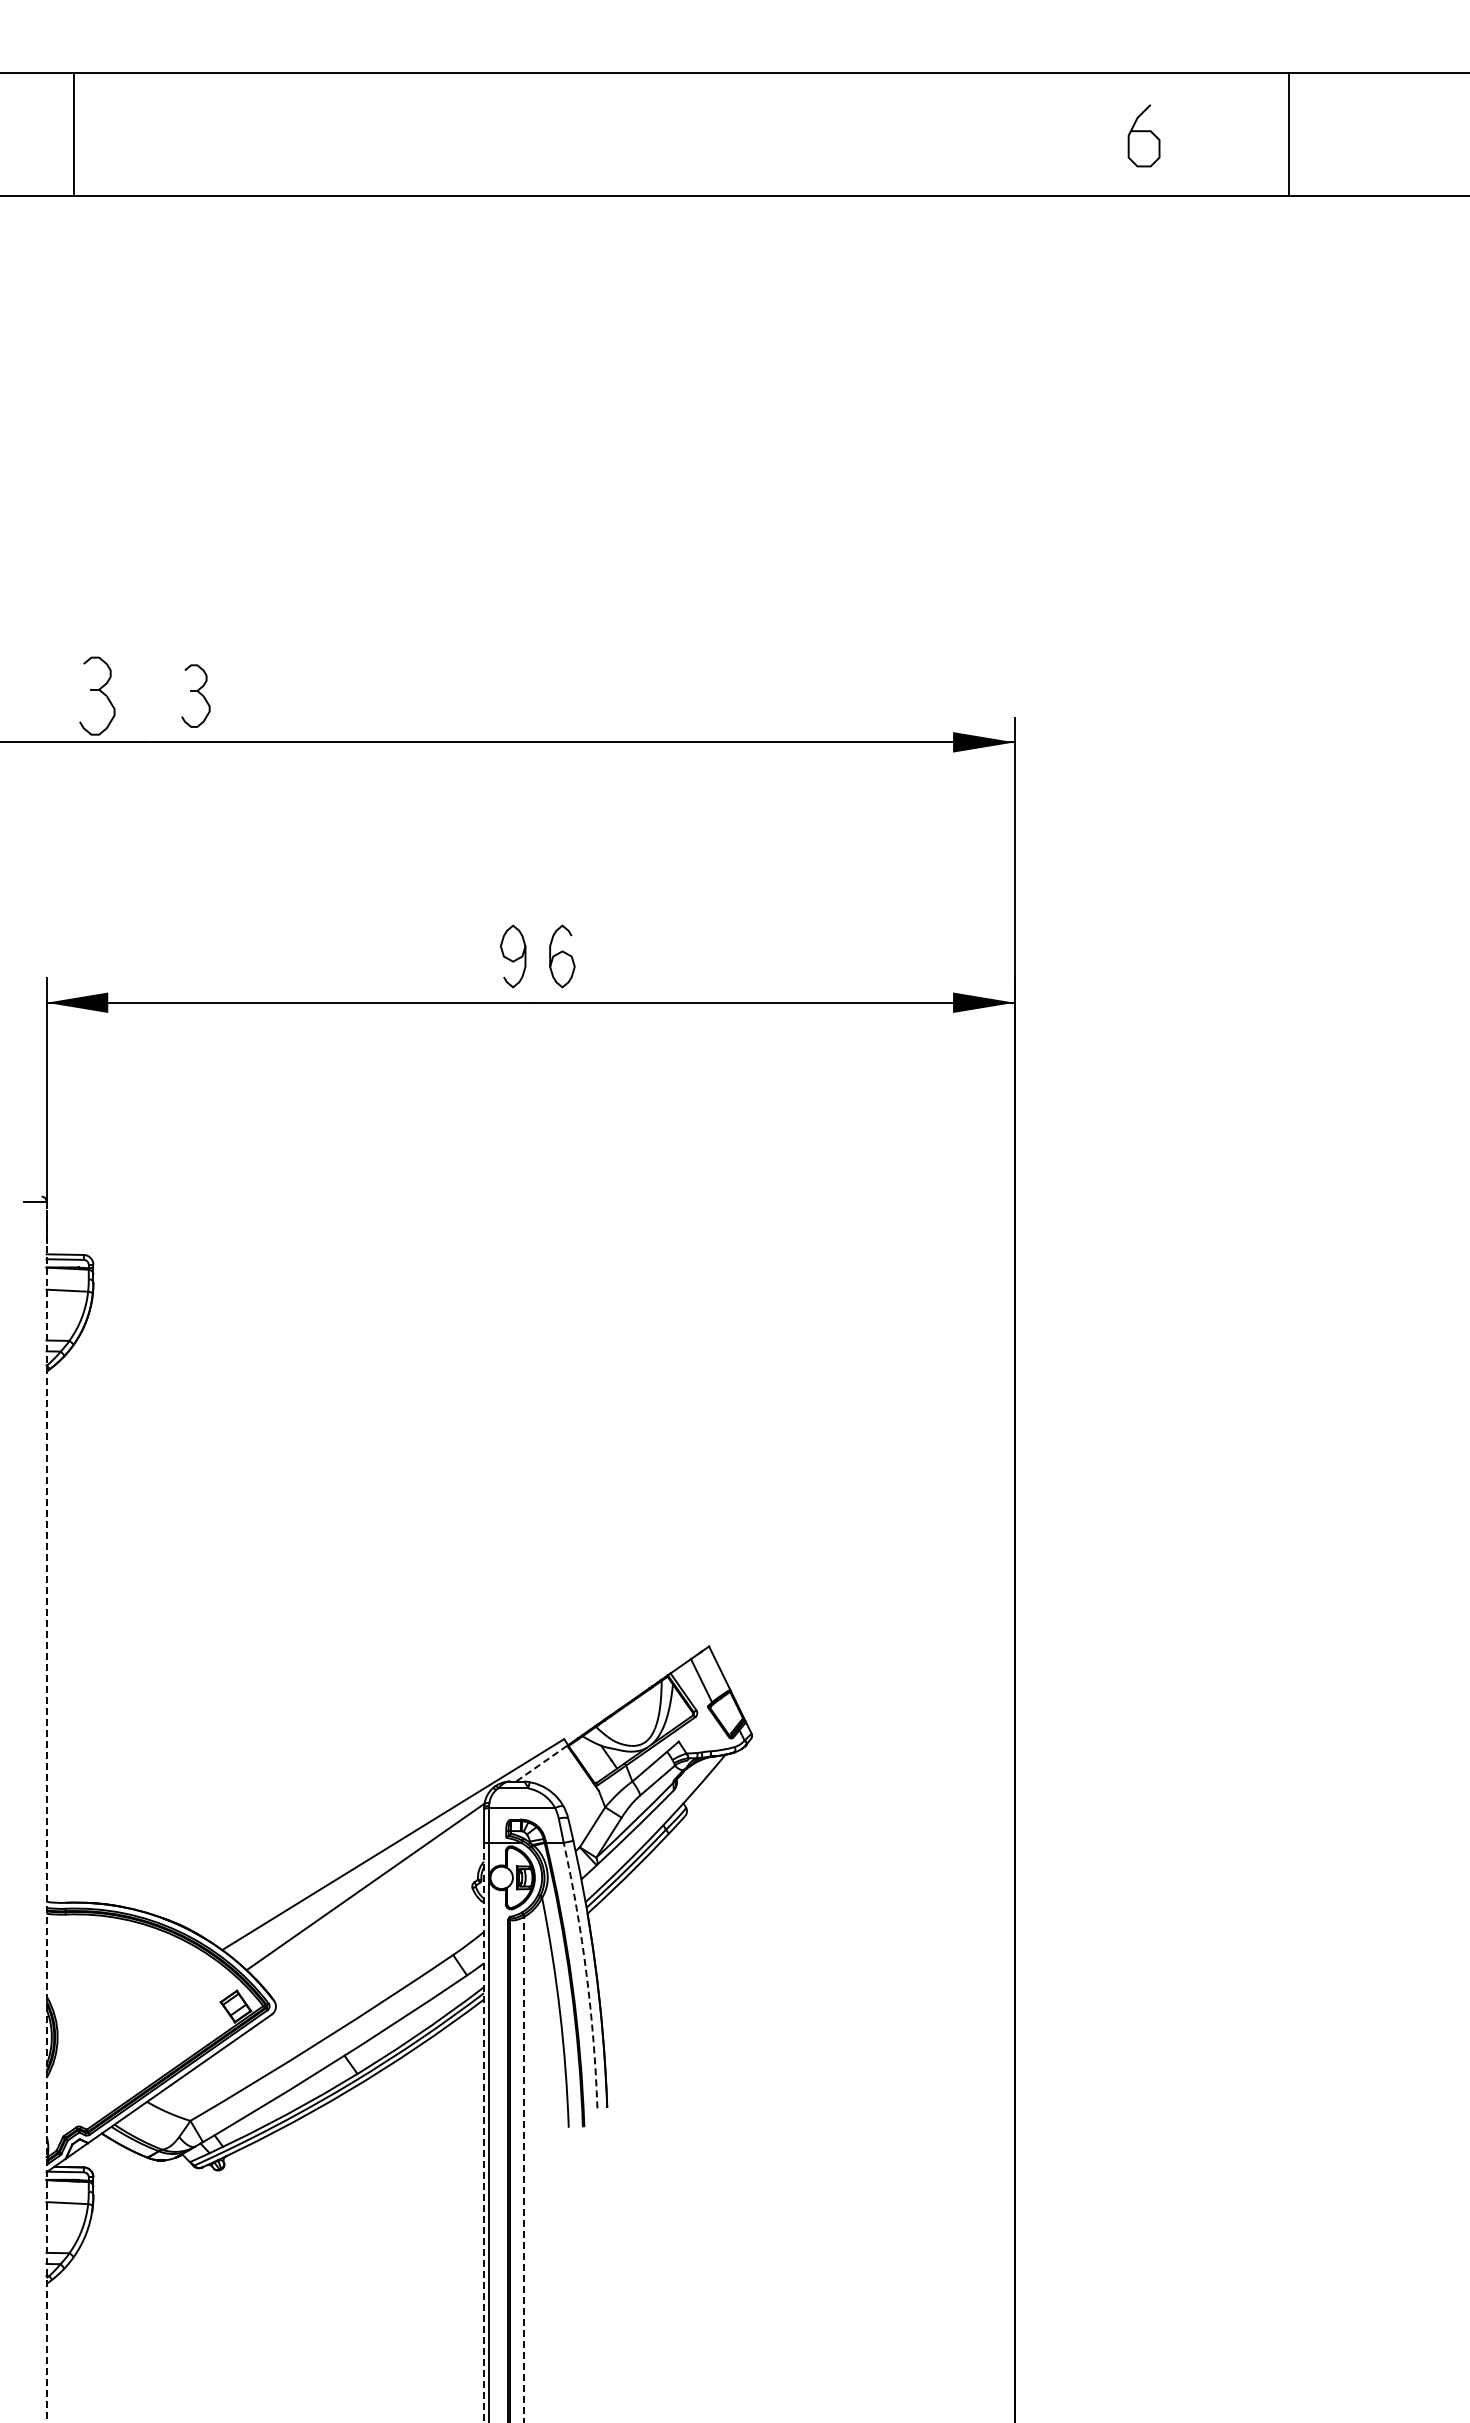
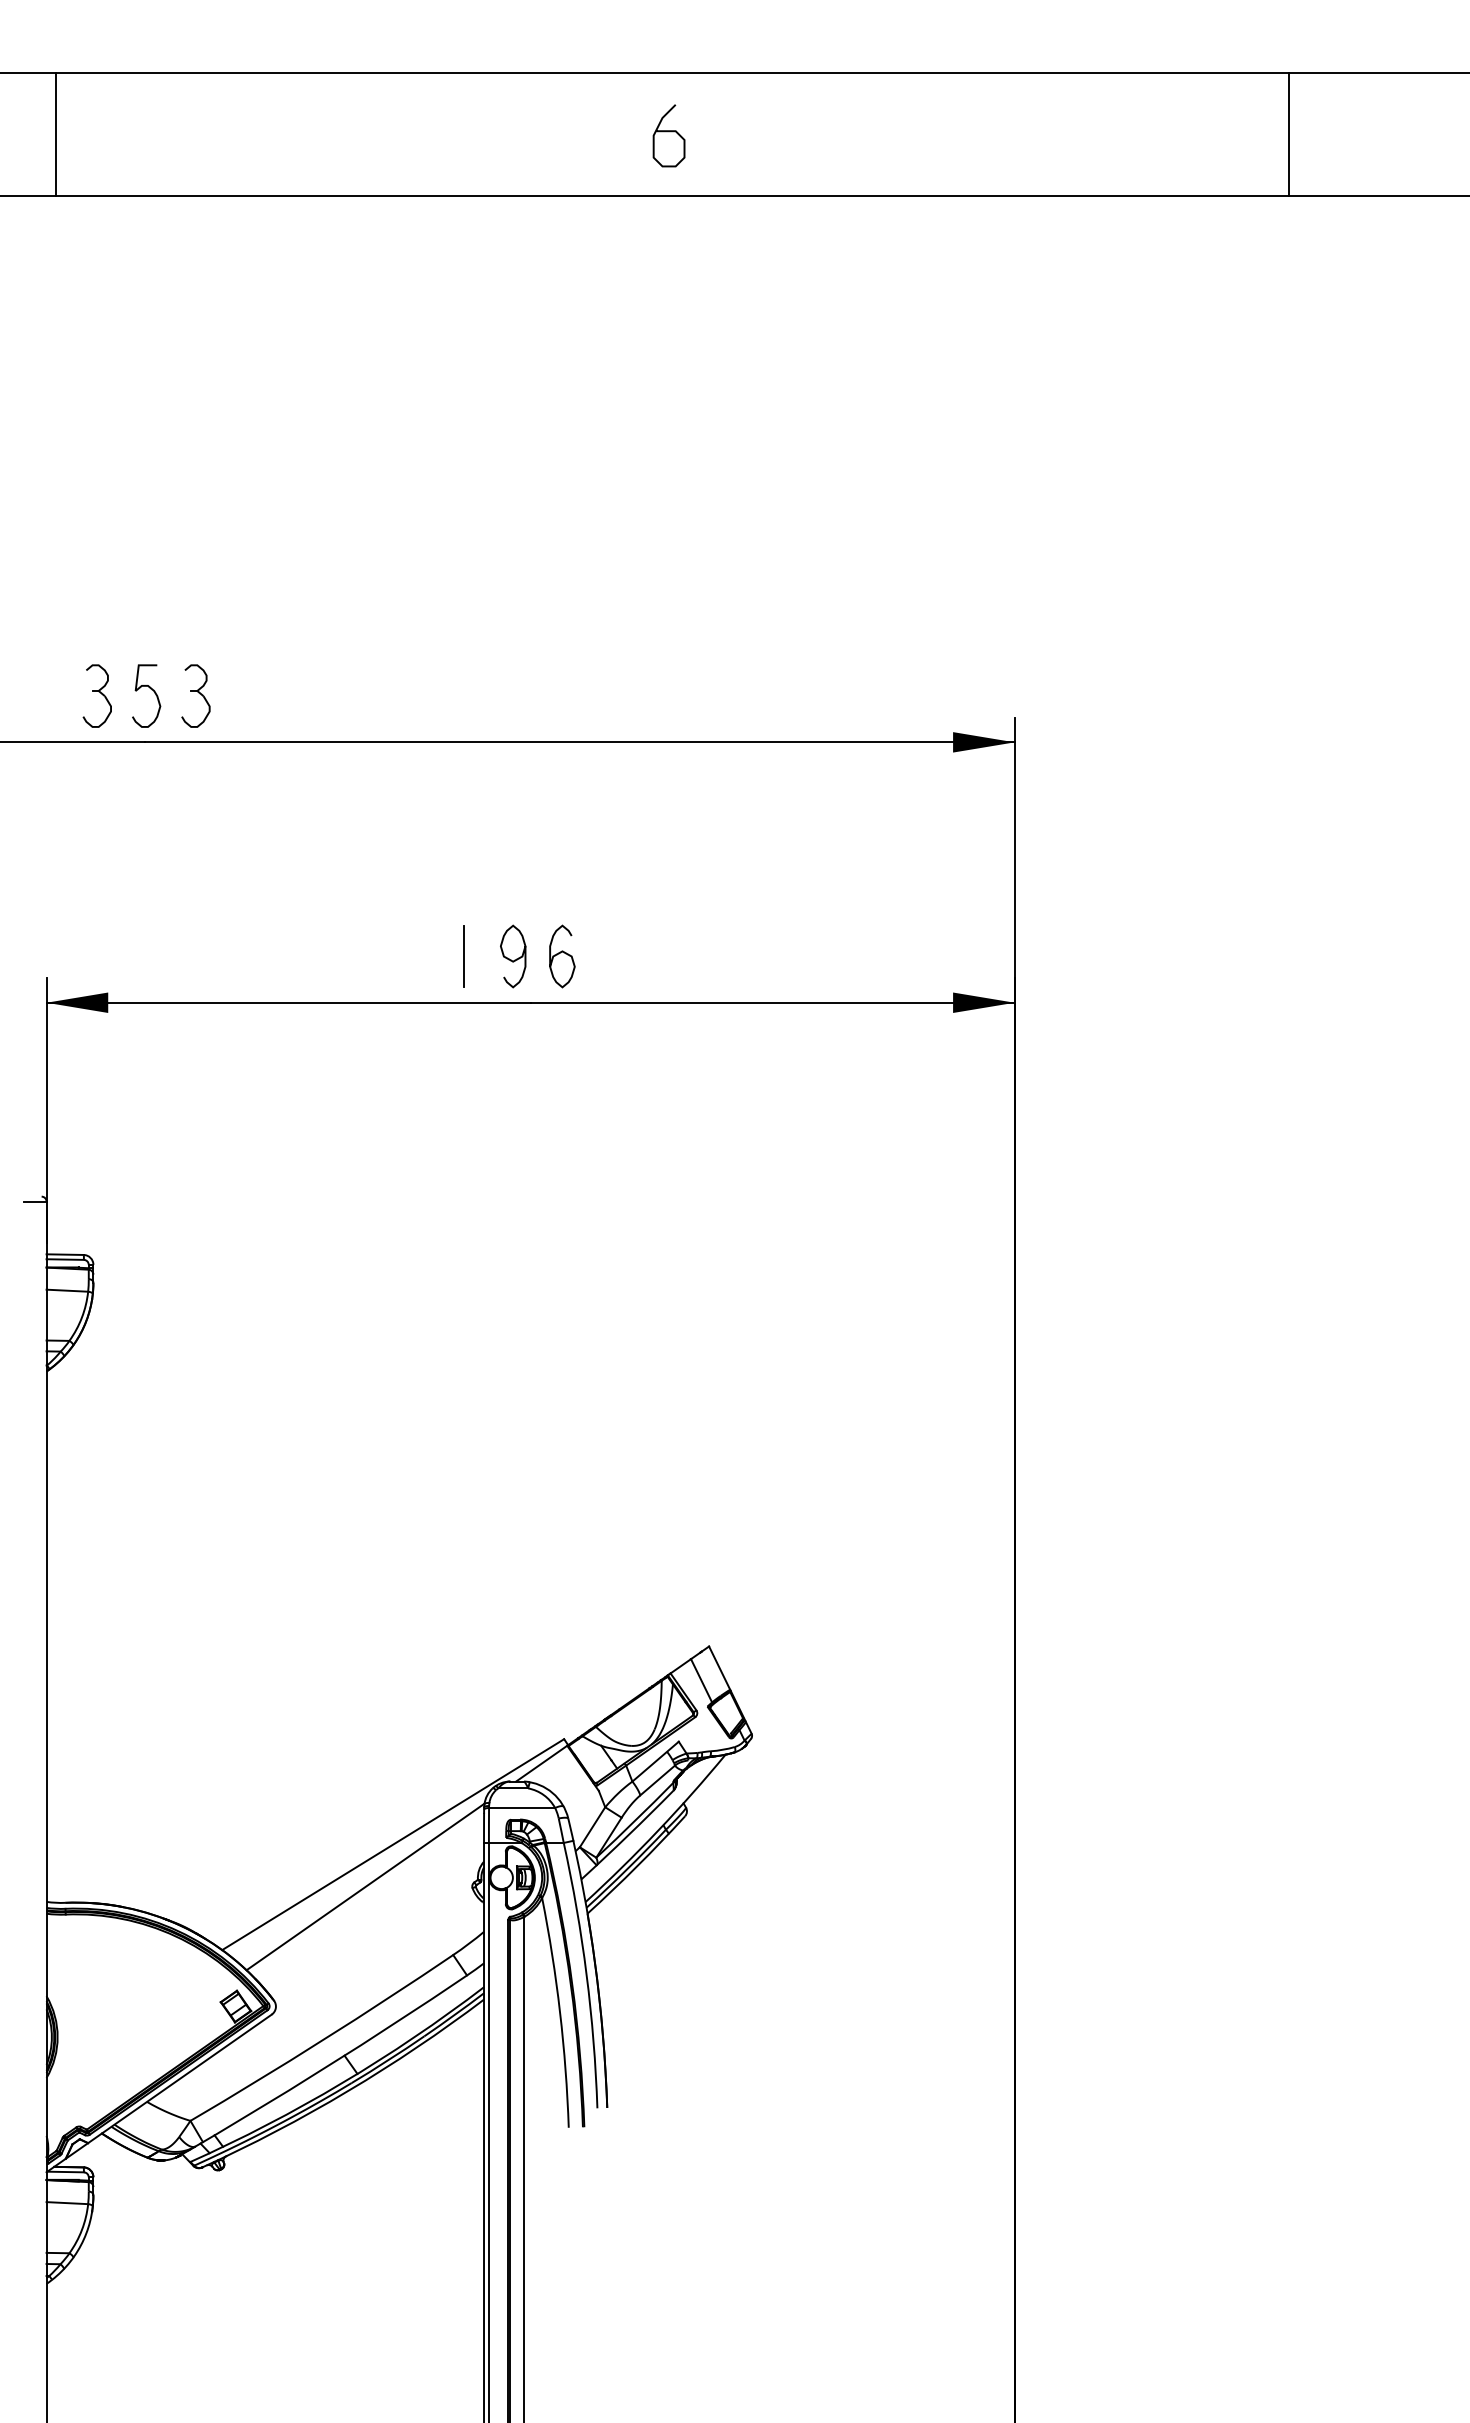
curve at (1143, 132) position: (1143, 132) -> (668, 132)
line at (73, 133) position: (73, 133) -> (55, 133)
curve at (150, 689): none -> present
part at (97, 695) size: 37x80 px -> 30x64 px
line at (463, 956): none -> present
line at (541, 1763): dashed -> solid
line at (46, 1812): dashed -> solid
arc at (586, 1974): dashed -> solid
line at (484, 2132): dashed -> solid
line at (524, 2169): dashed -> solid
